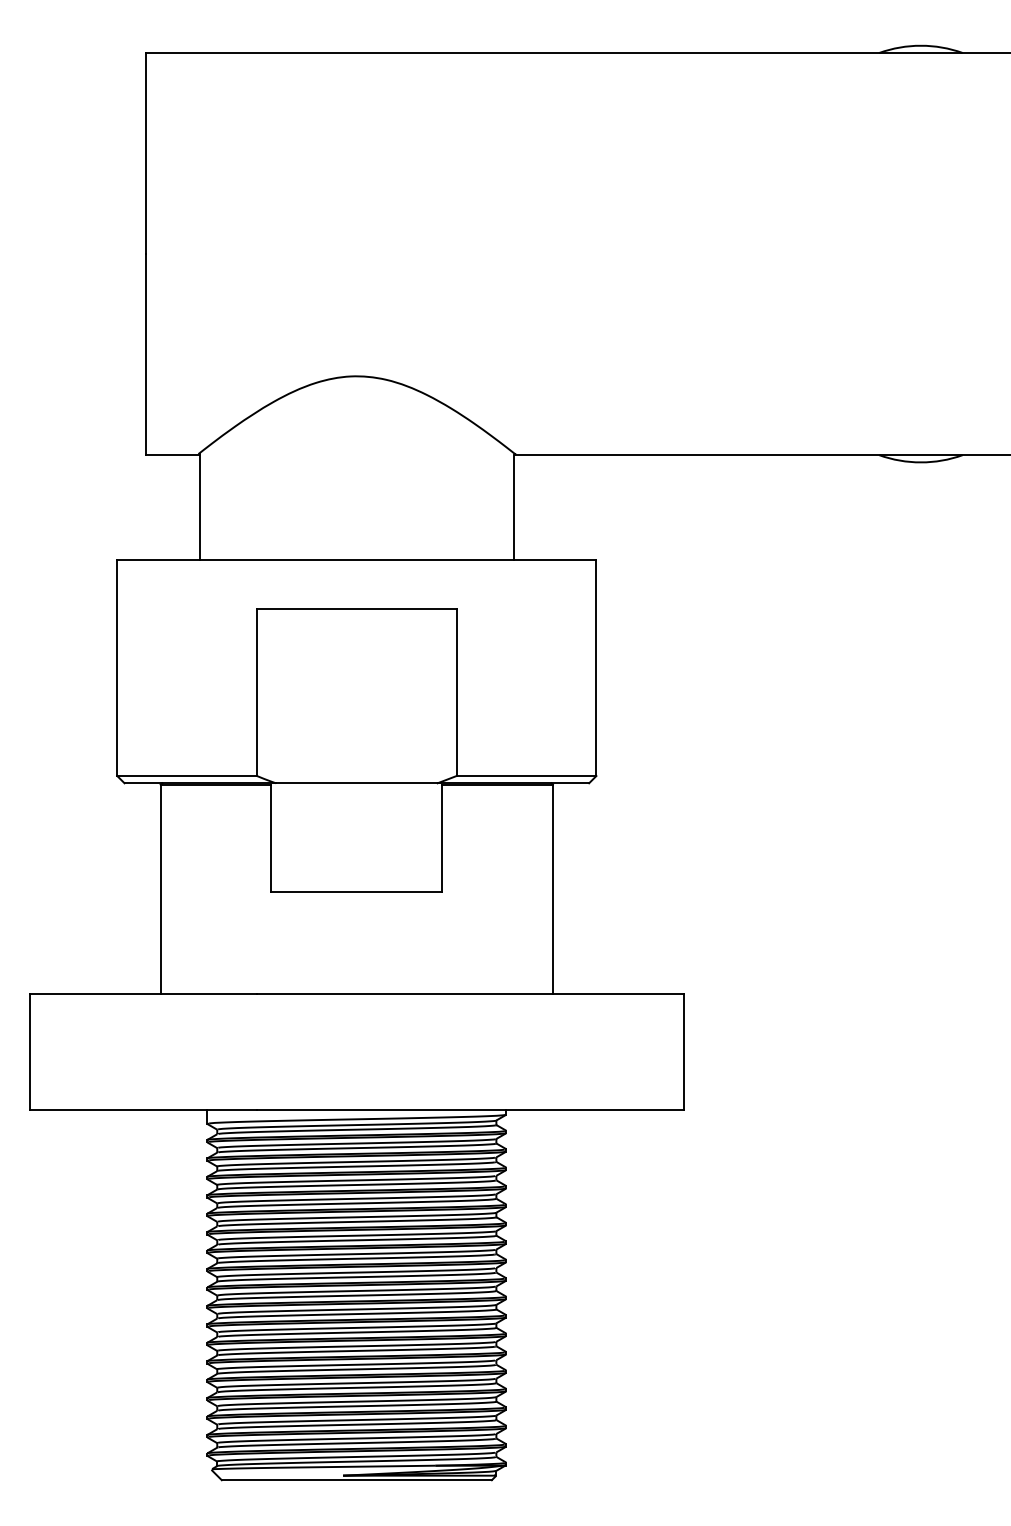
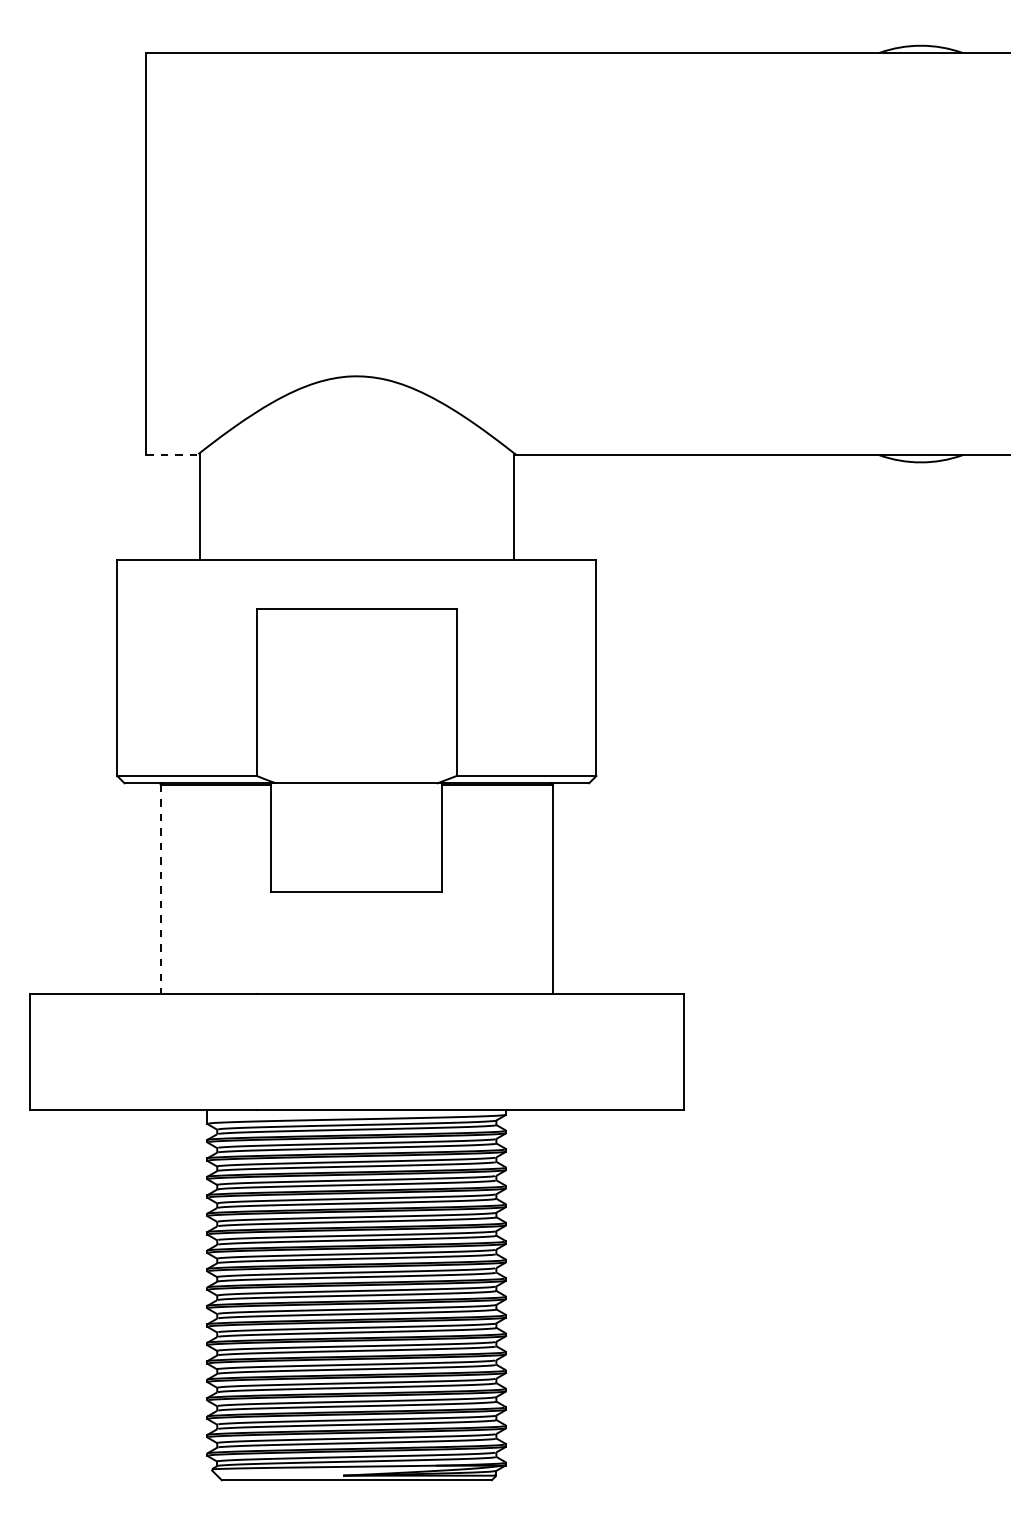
line at (172, 455): solid -> dashed
line at (160, 889): solid -> dashed
